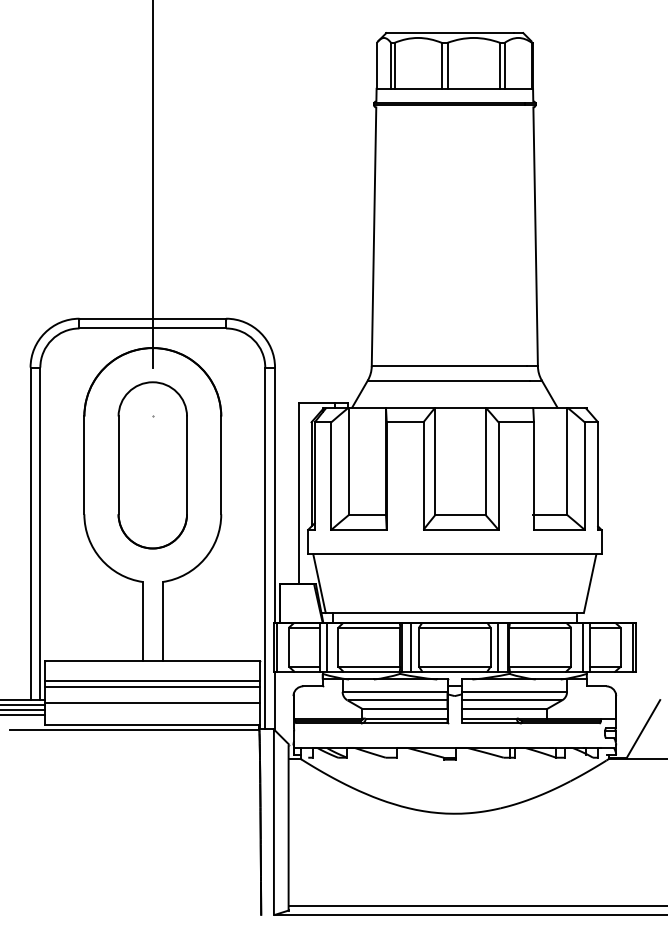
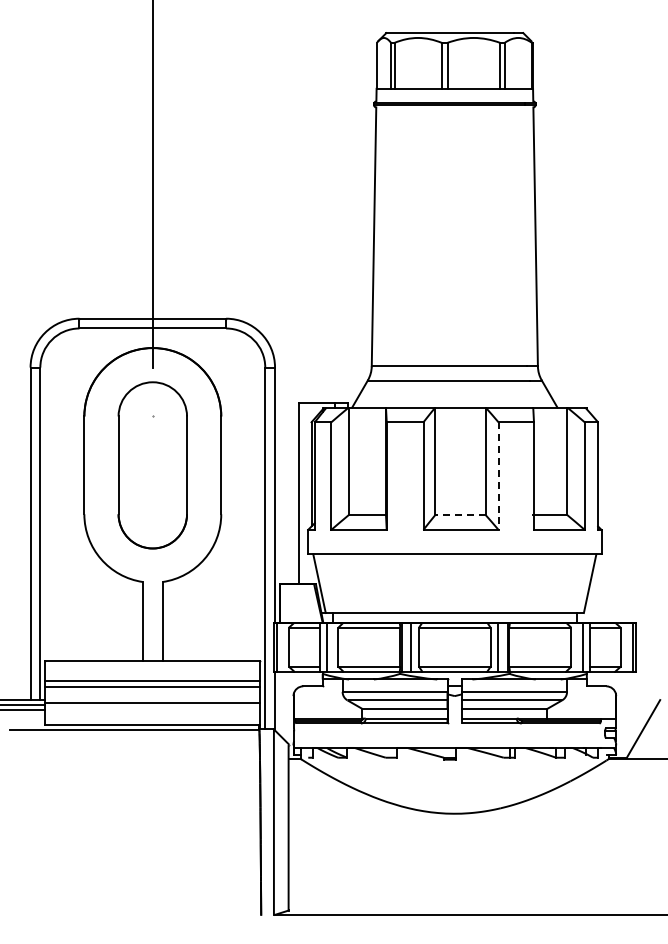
line at (498, 476): solid -> dashed
line at (459, 515): solid -> dashed
line at (23, 714): present -> none
line at (476, 905): present -> none
